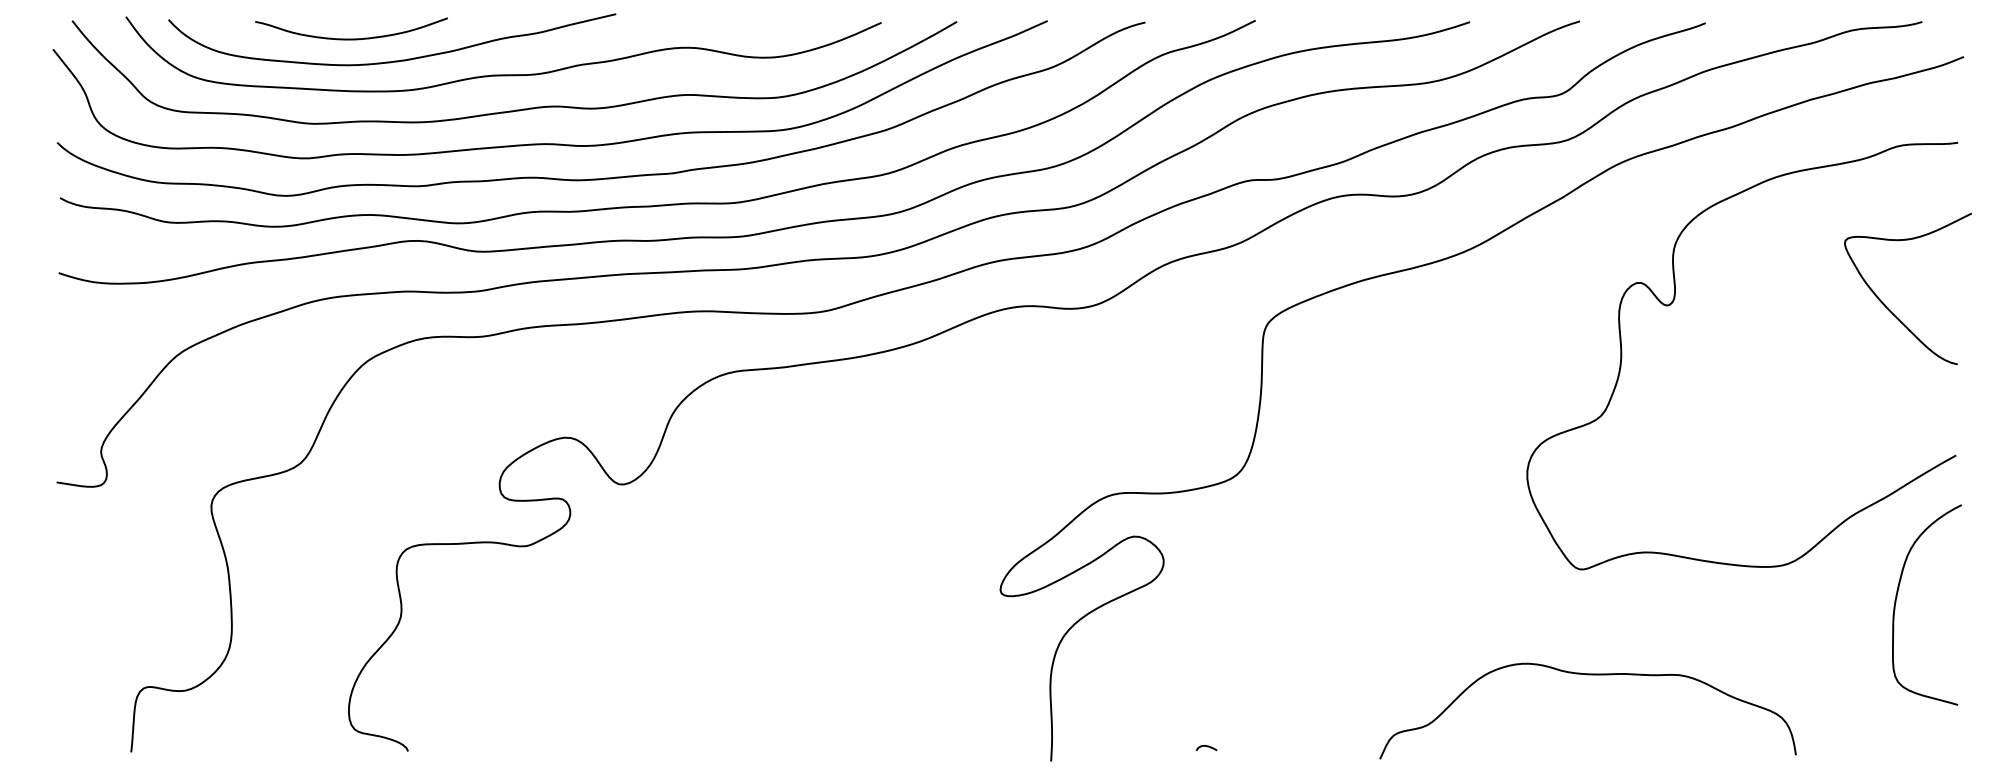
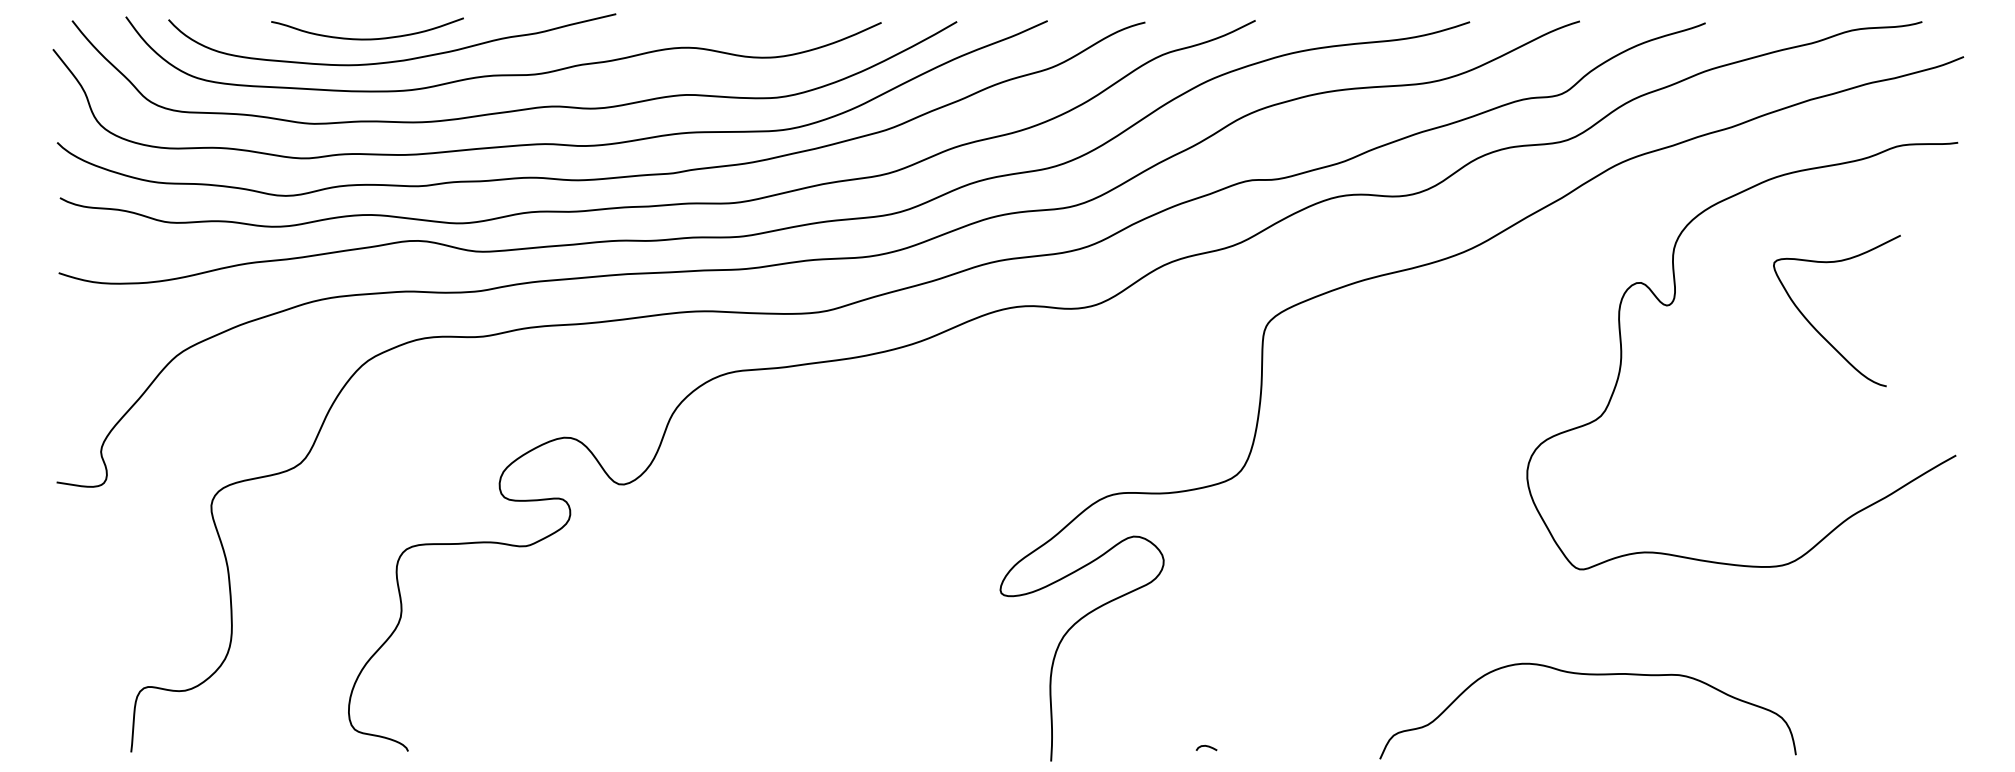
curve at (351, 38) position: (351, 38) -> (367, 38)
curve at (1887, 306) position: (1887, 306) -> (1816, 328)
curve at (1897, 597): present -> none
